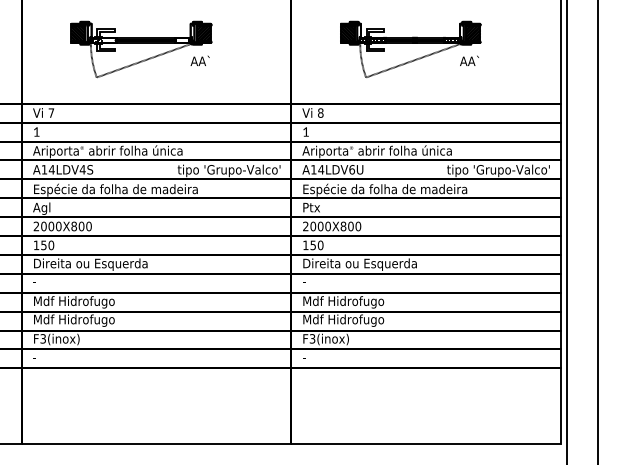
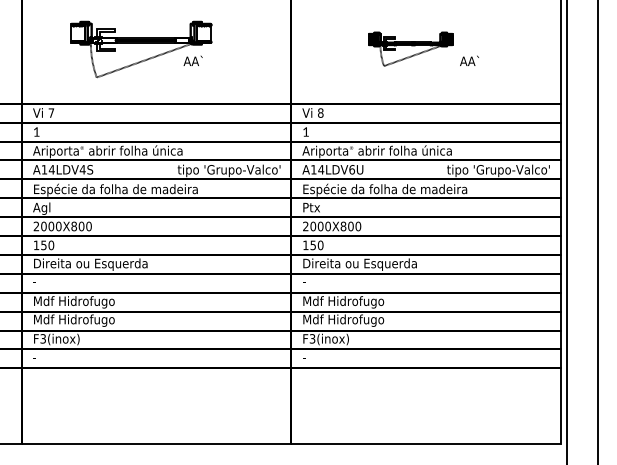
hatch at (78, 32): present -> none
hatch at (203, 32): present -> none
part at (410, 48) size: 142x58 px -> 86x36 px
text at (199, 60) position: (199, 60) -> (192, 60)
